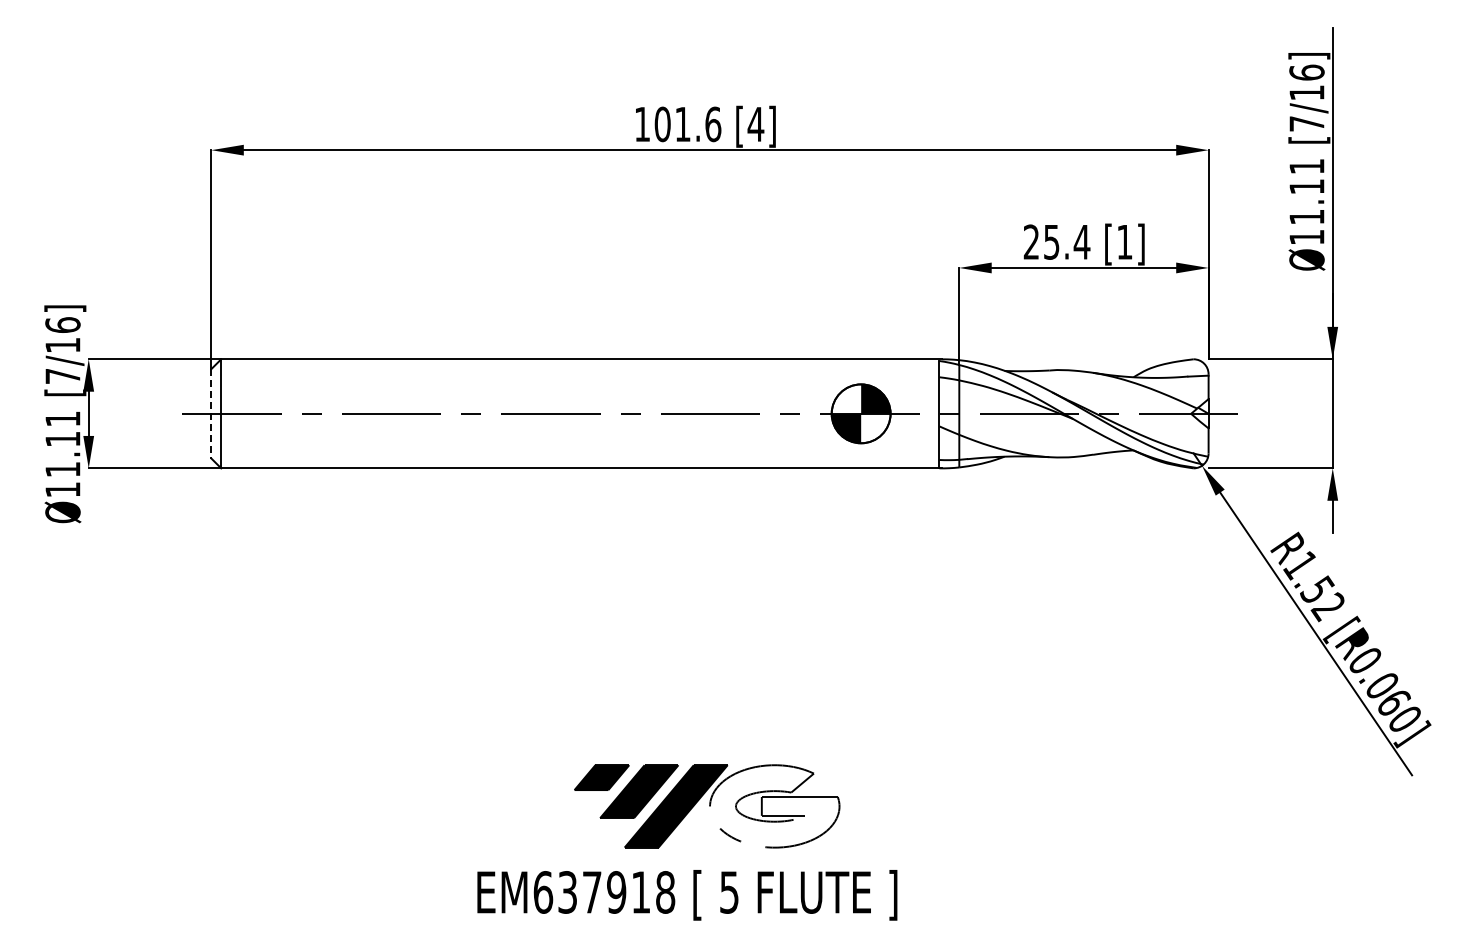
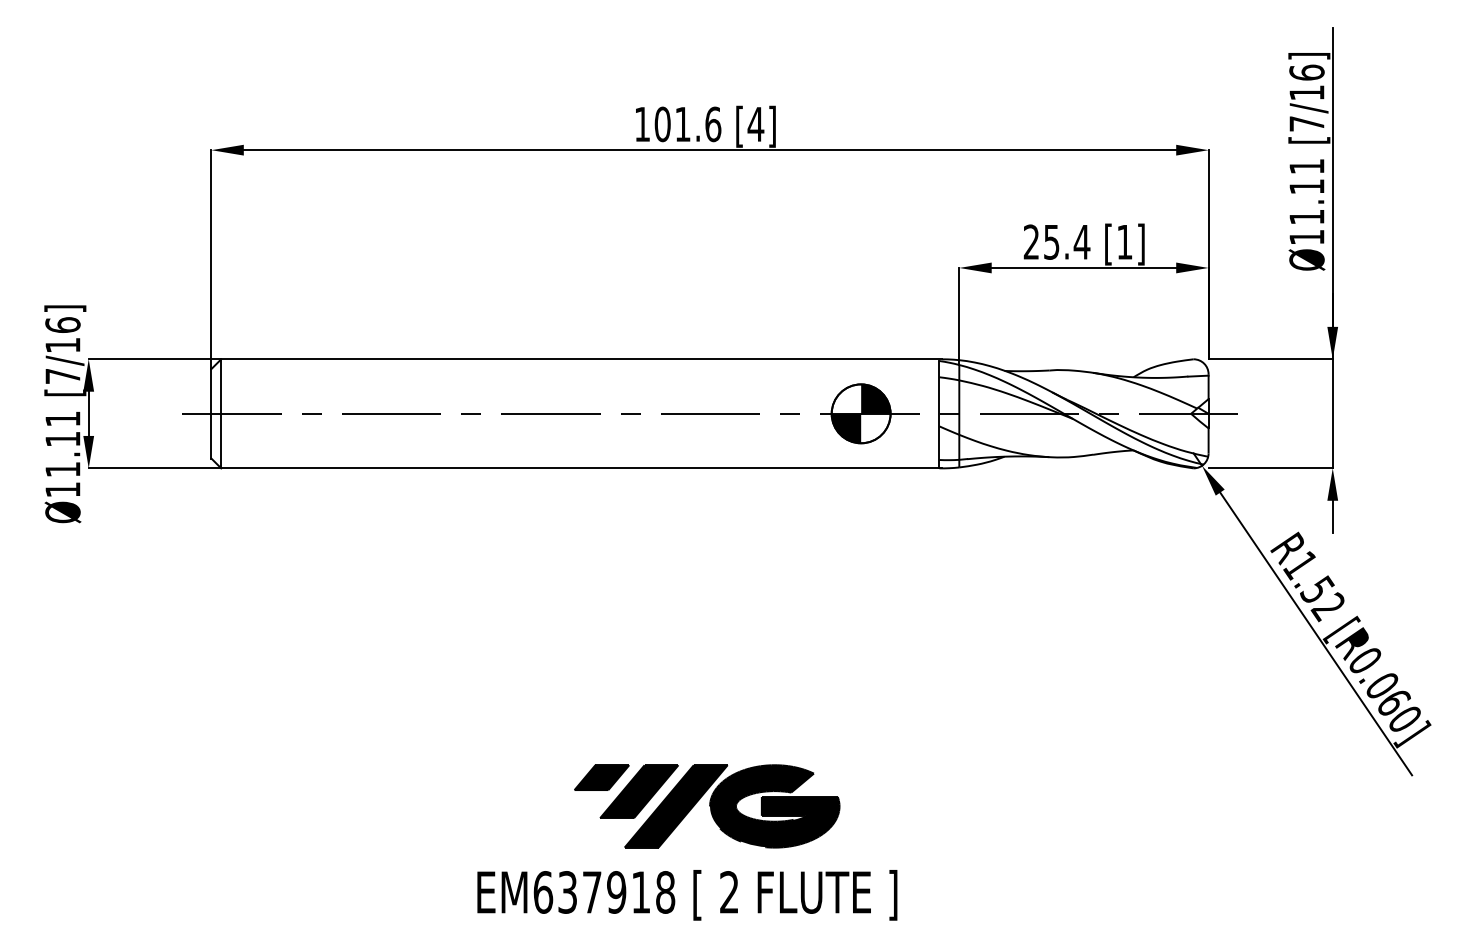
line at (211, 413): dashed -> solid
fill at (774, 806): none -> present
text at (729, 892): 5 -> 2
